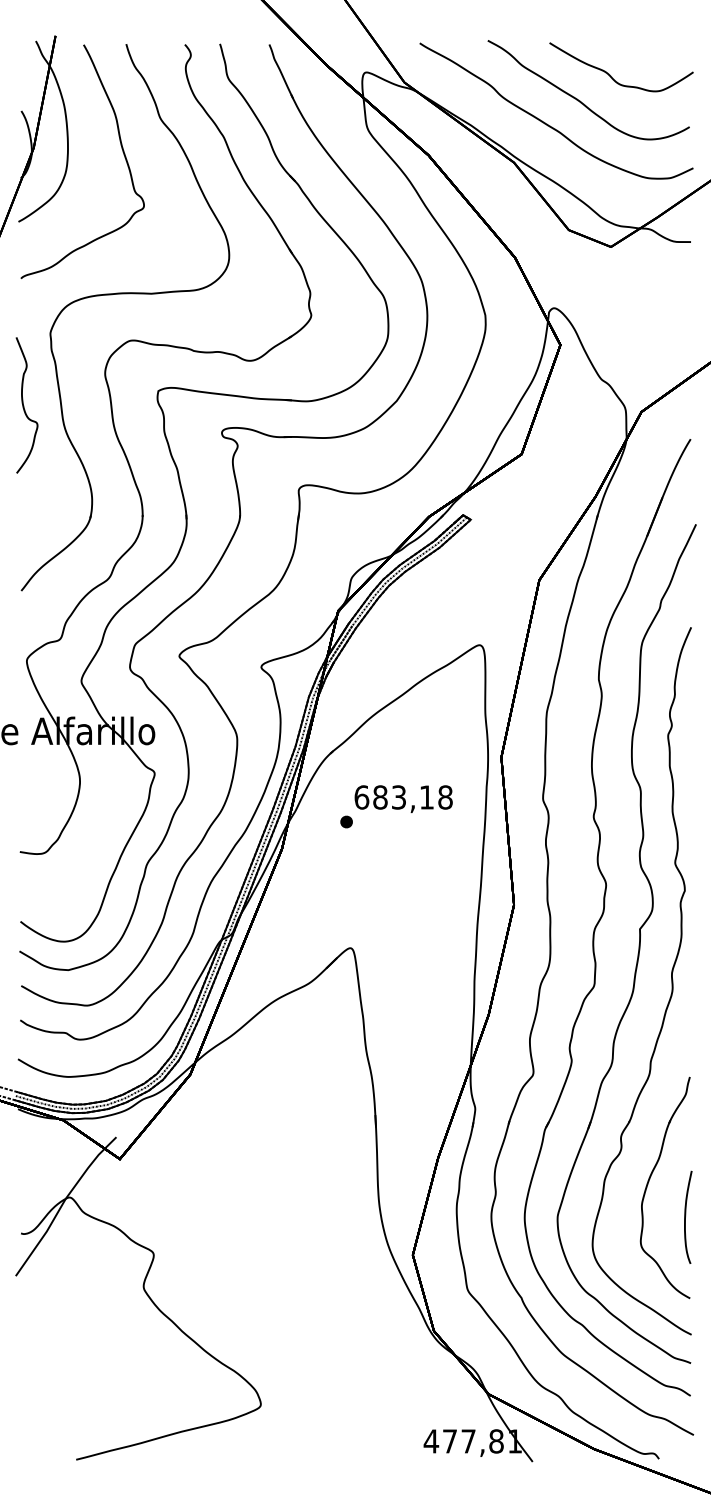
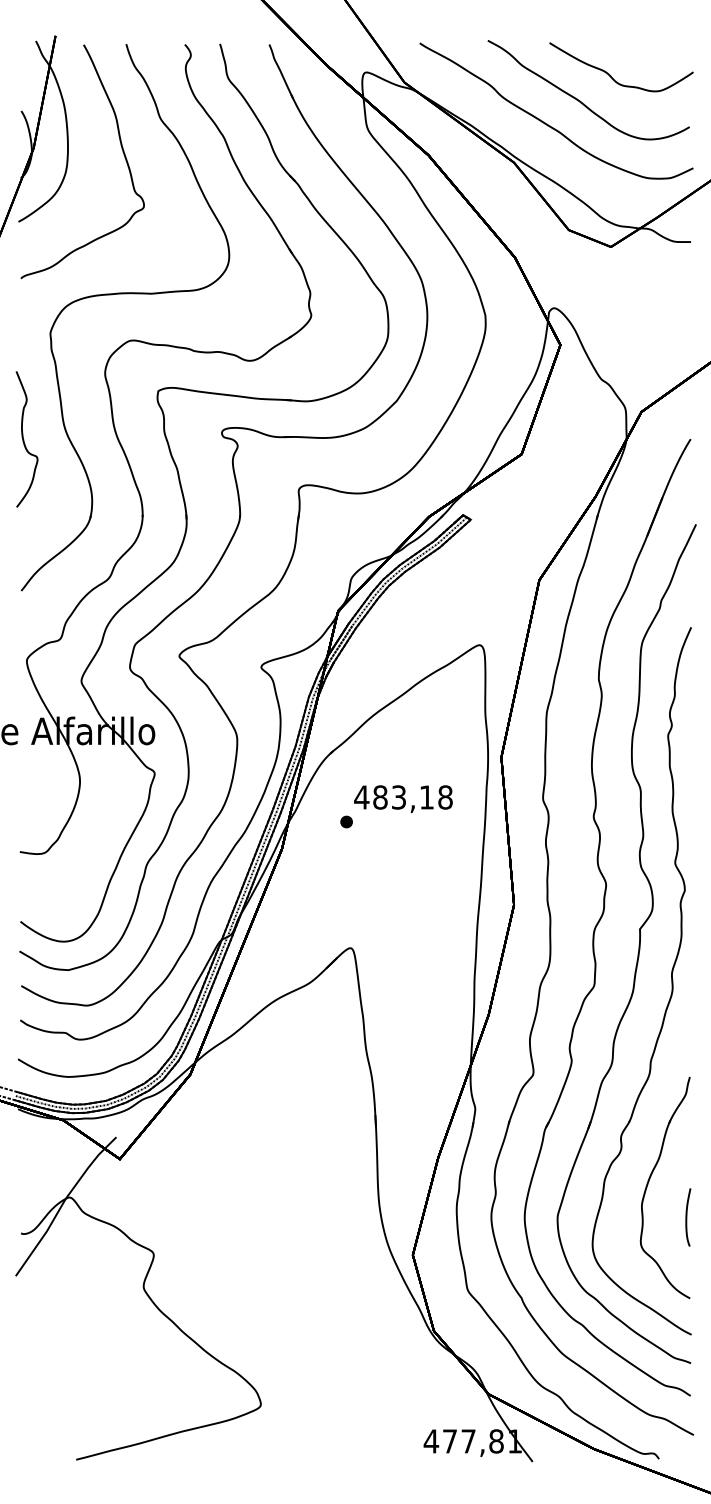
curve at (24, 405) position: (24, 405) -> (24, 439)
text at (361, 797): 683,18 -> 483,18
part at (688, 1216) size: 9x94 px -> 7x59 px
